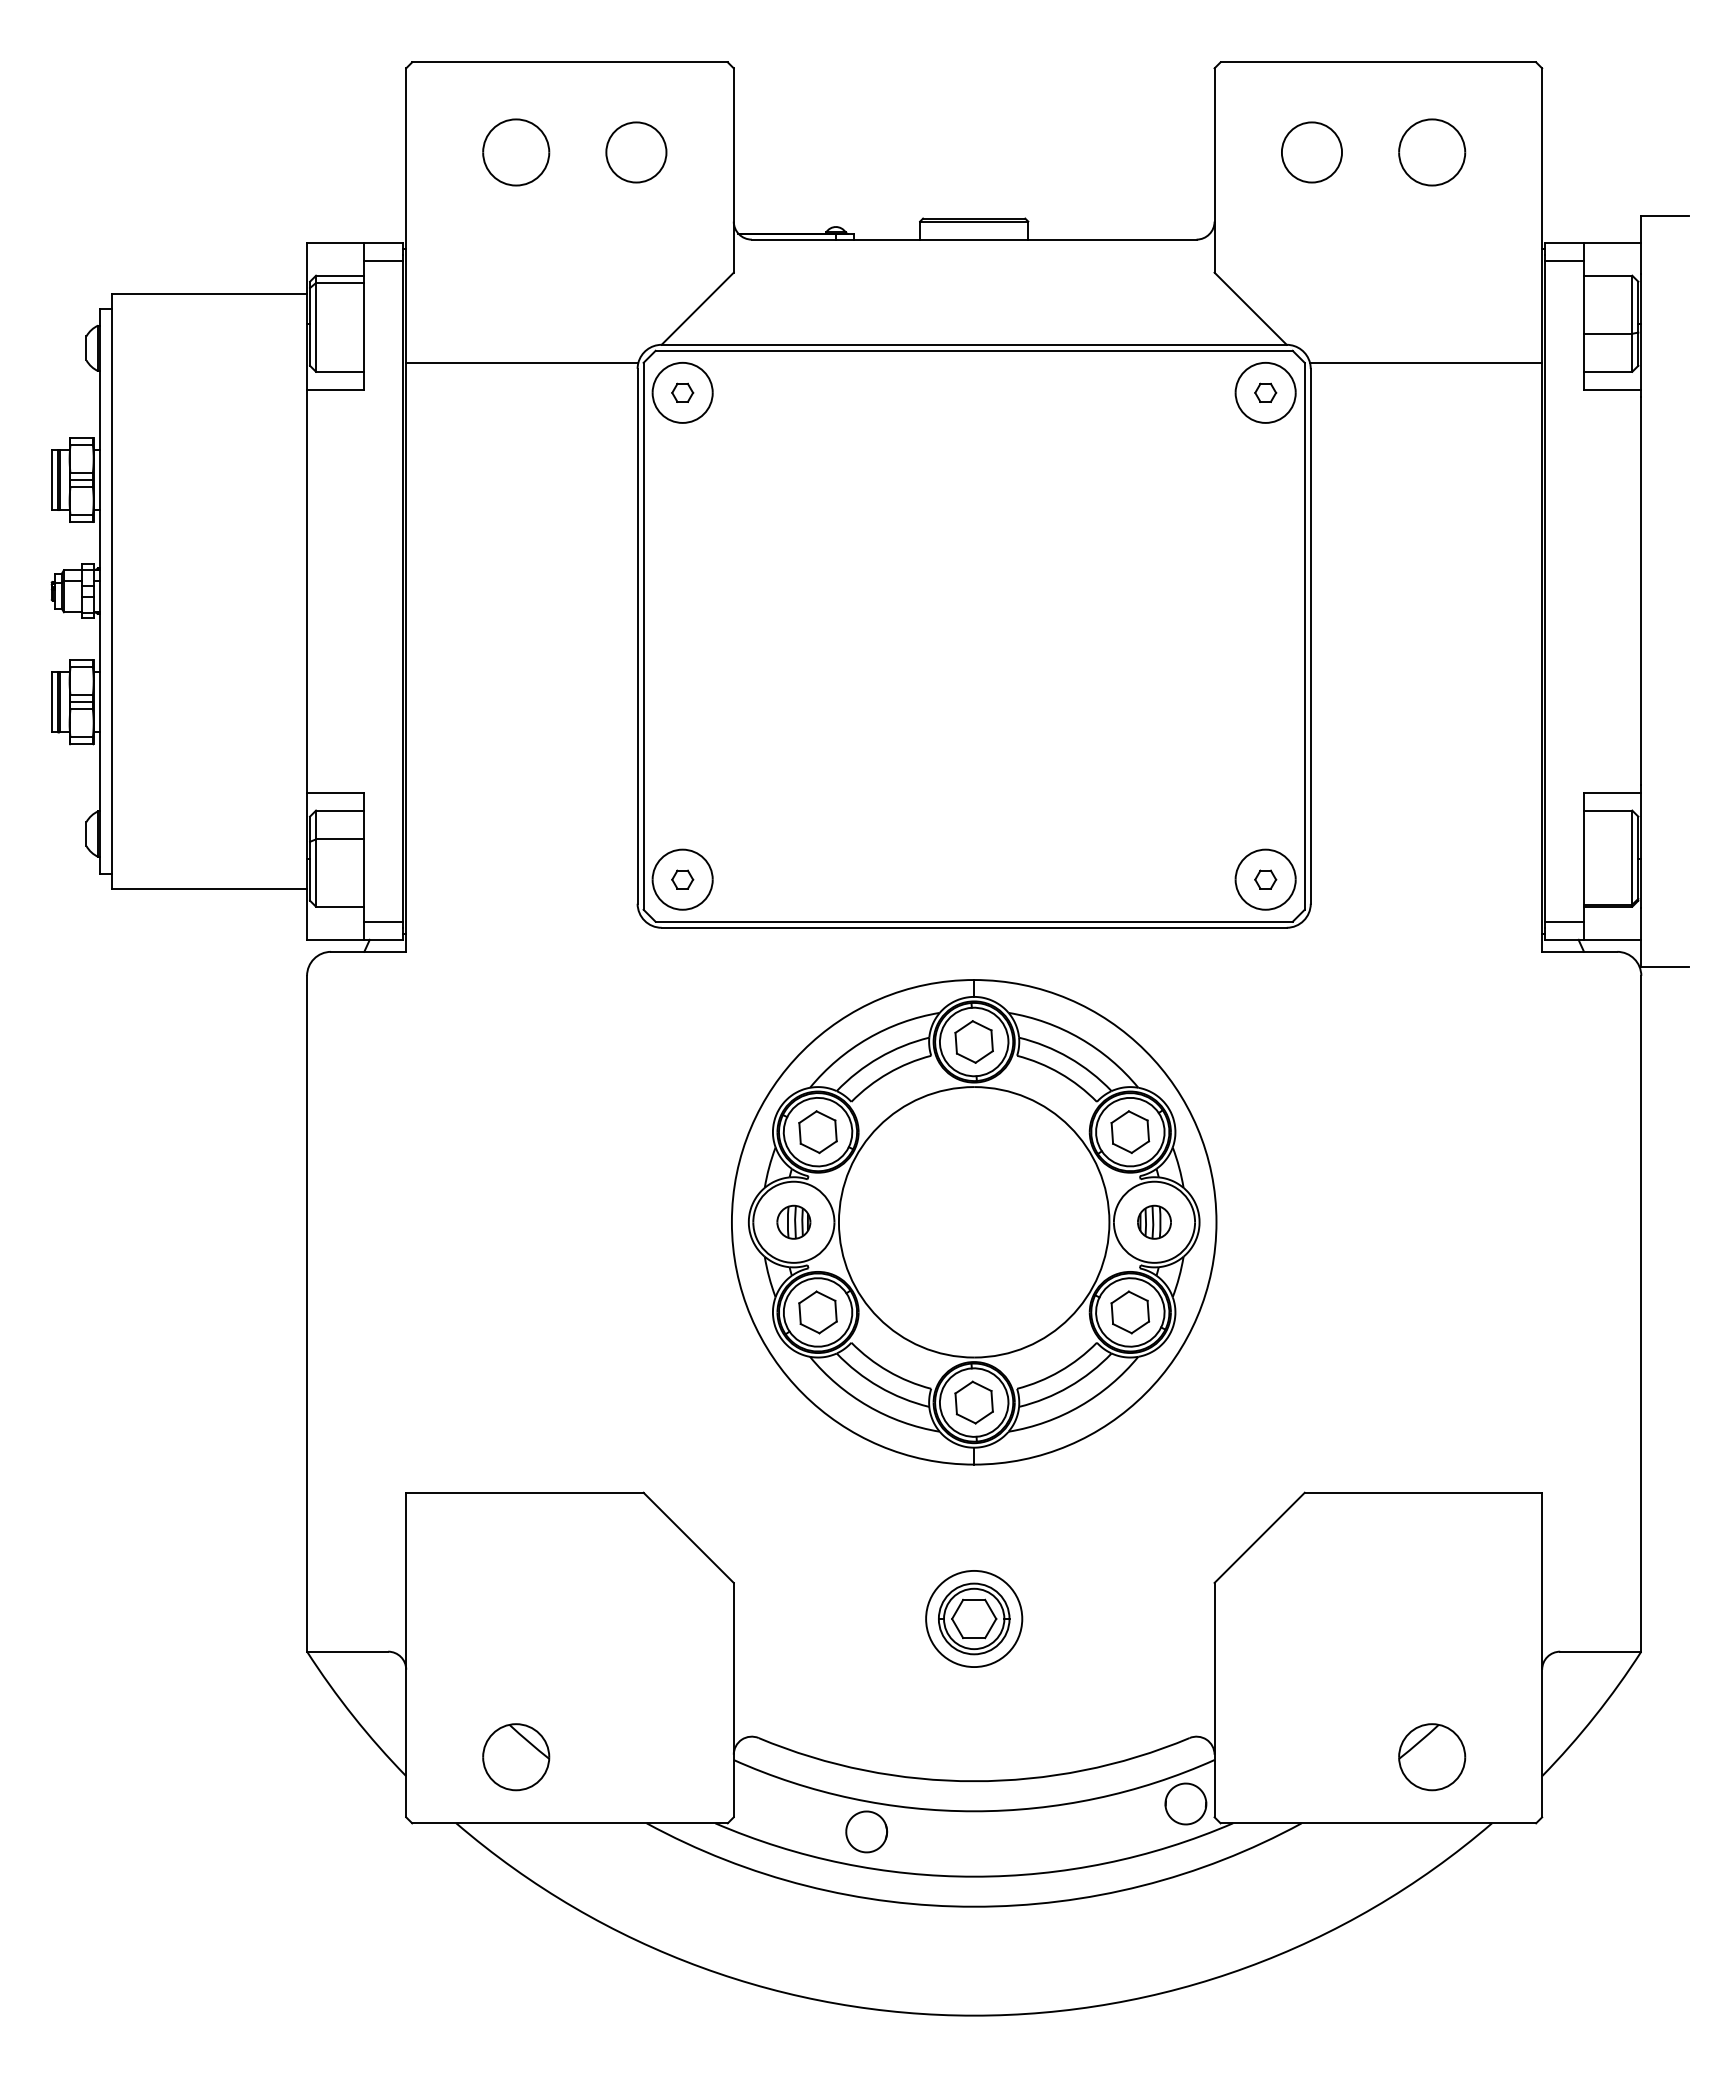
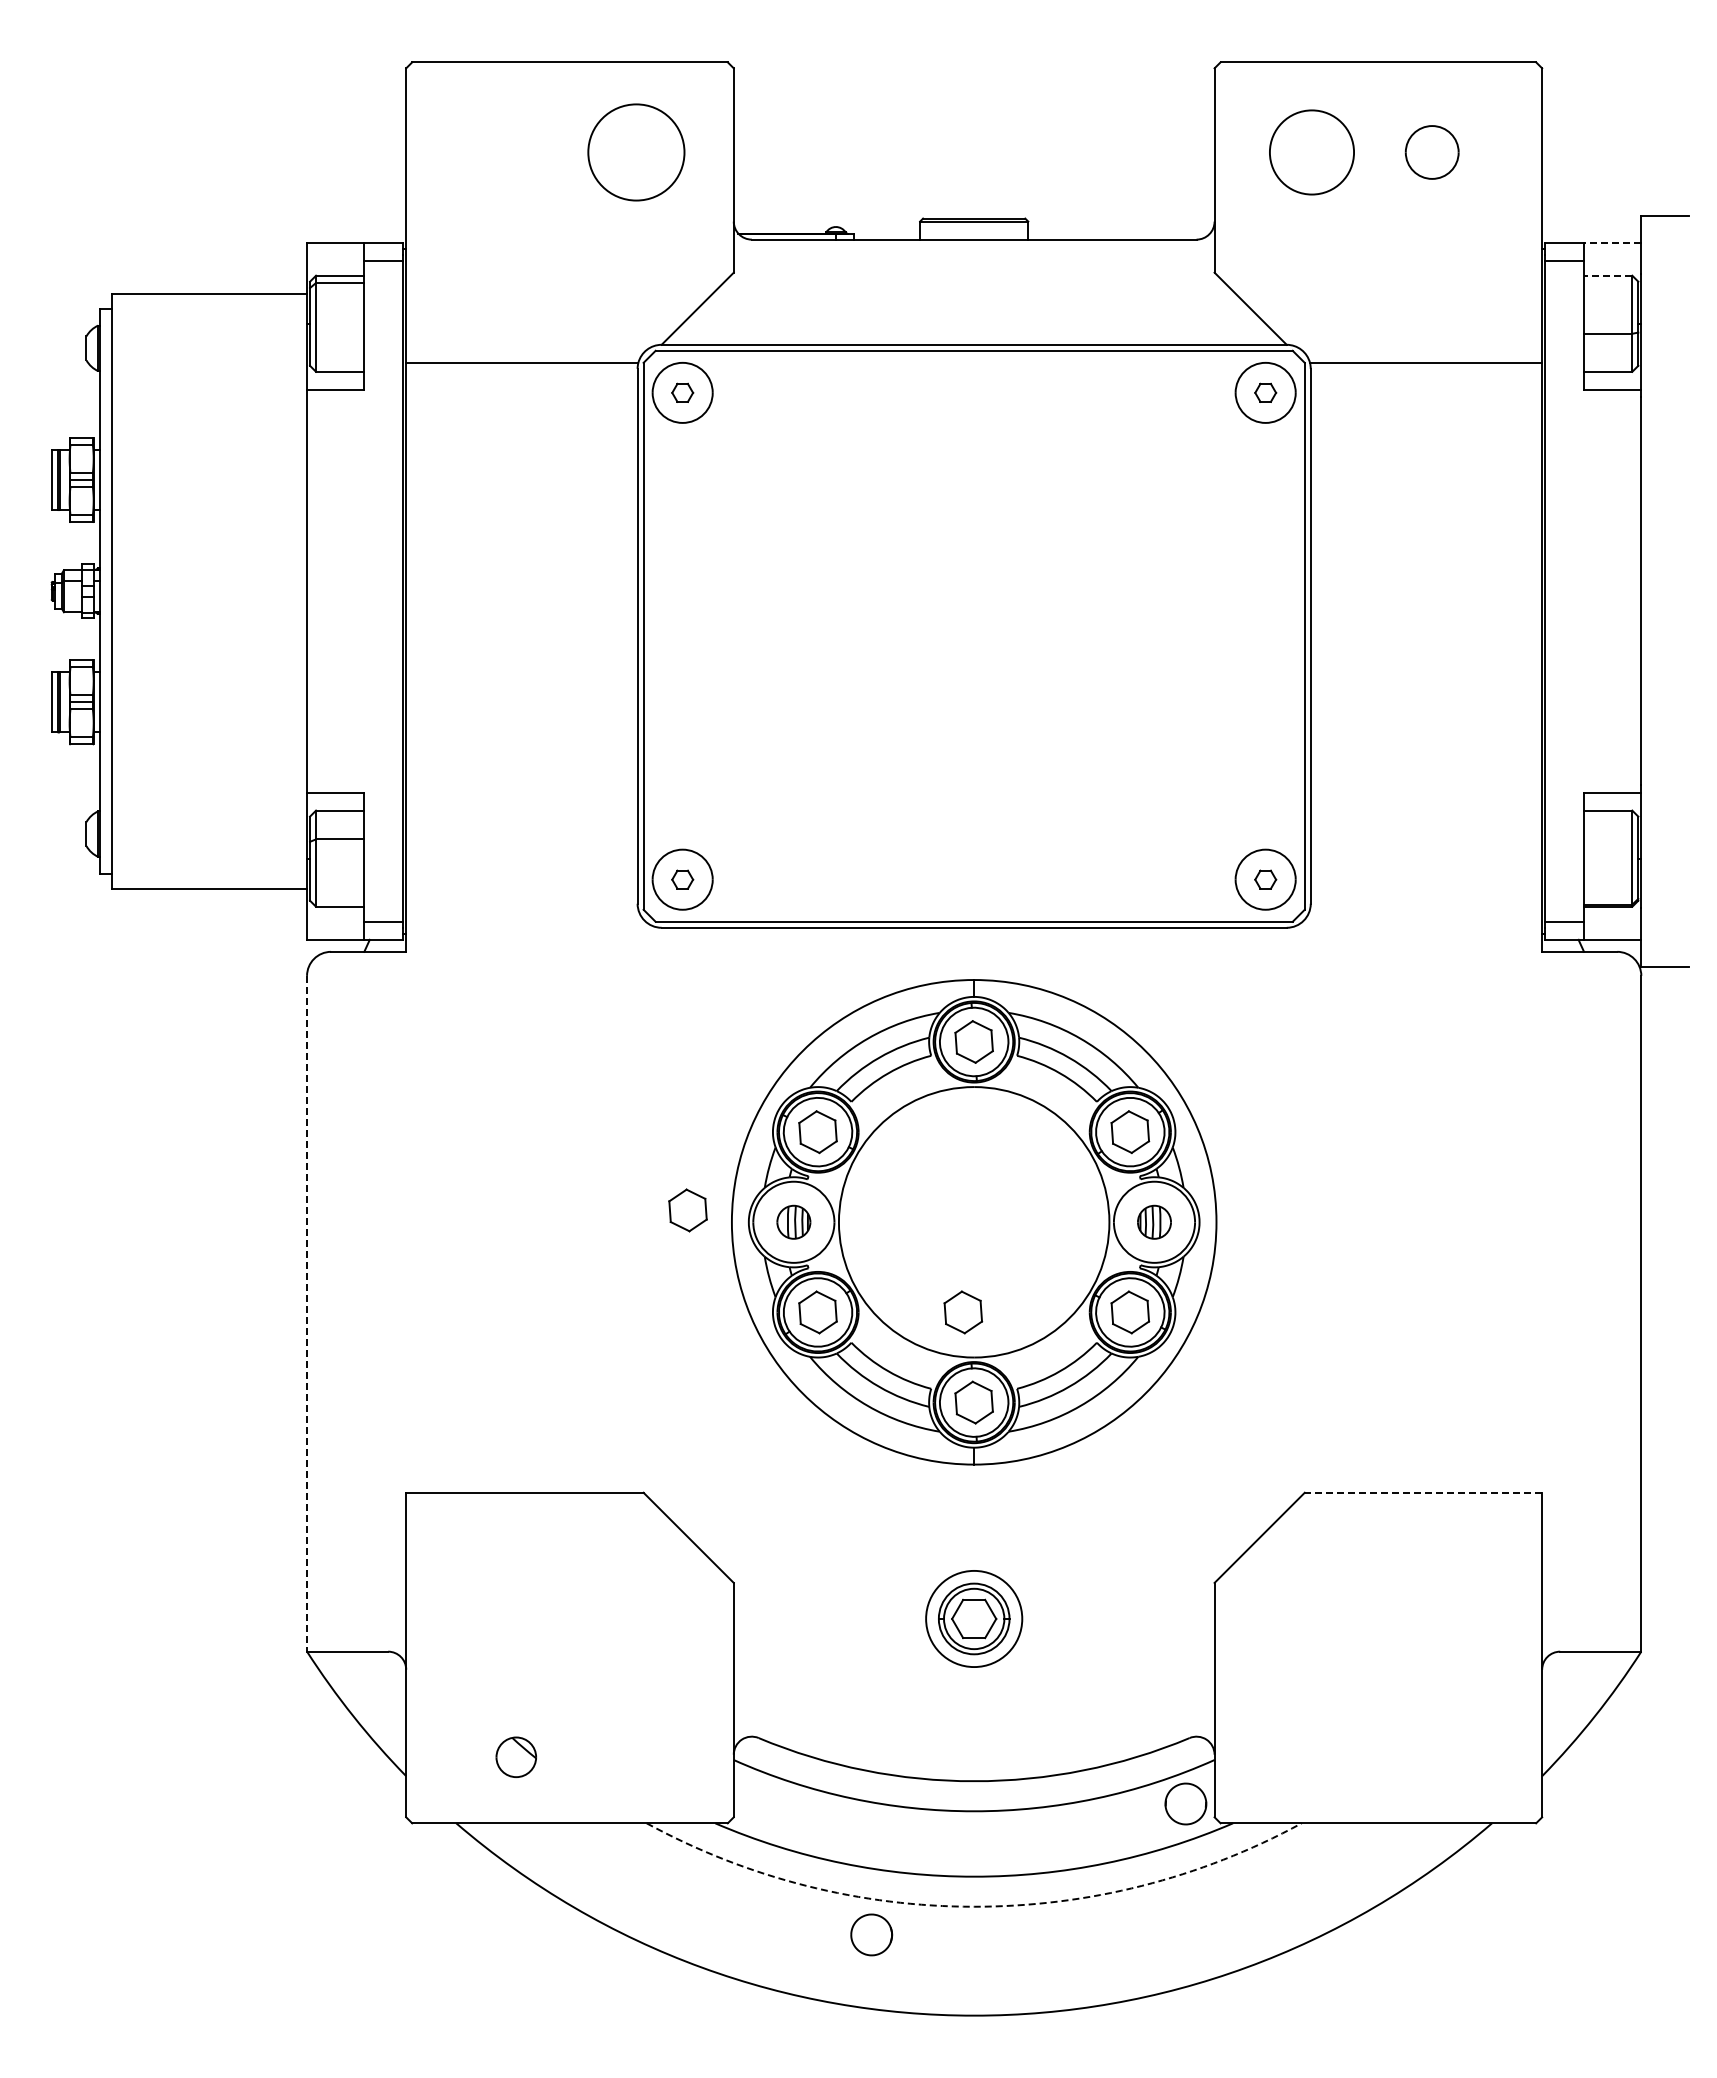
part at (516, 152): present -> none
circle at (636, 152) diameter: 60 px -> 96 px
circle at (1311, 152) diameter: 60 px -> 84 px
part at (1432, 152) size: 69x69 px -> 56x55 px
line at (1612, 242): solid -> dashed
line at (1607, 275): solid -> dashed
part at (687, 1210): none -> present
part at (963, 1312): none -> present
line at (307, 1313): solid -> dashed
line at (1423, 1492): solid -> dashed
part at (516, 1757) size: 69x69 px -> 42x42 px
part at (1432, 1757): present -> none
part at (866, 1831) position: (866, 1831) -> (871, 1934)
arc at (974, 1906): solid -> dashed
